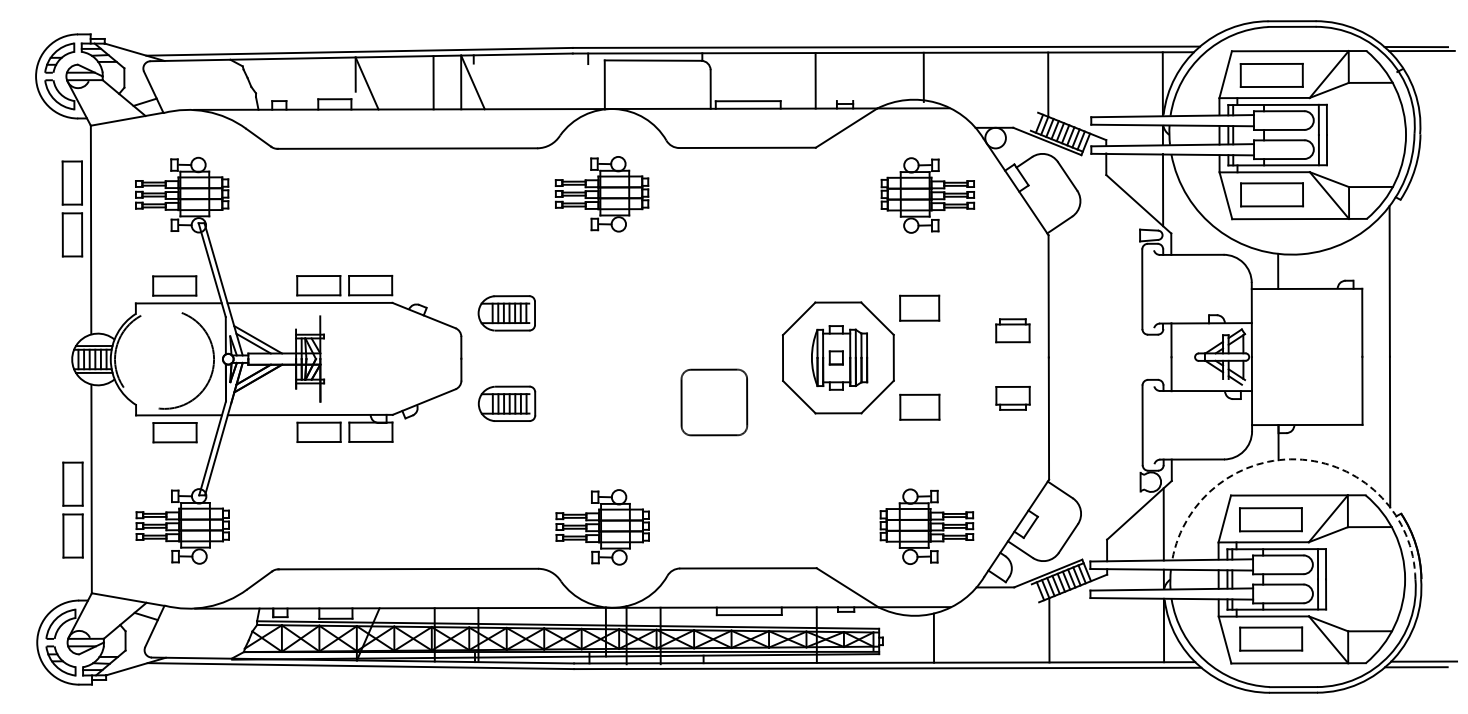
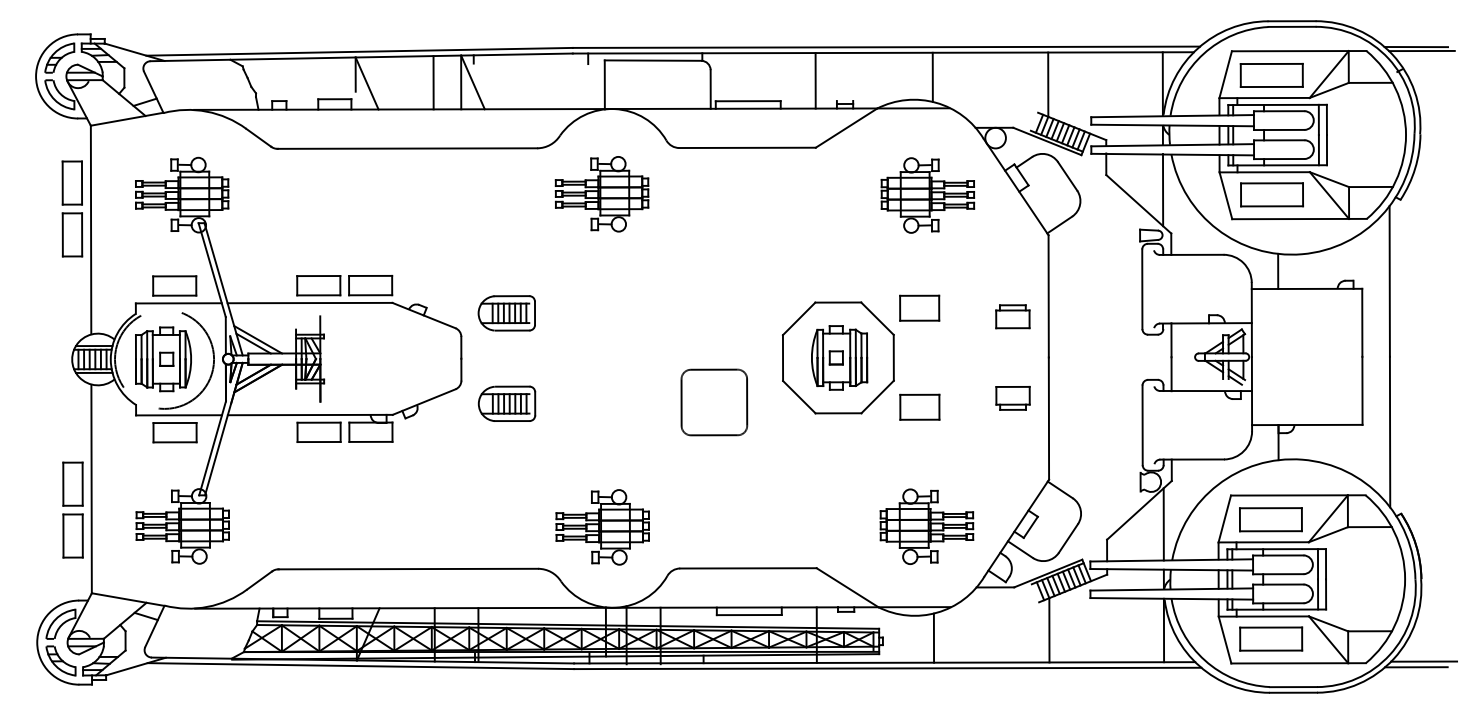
line at (923, 76) position: (923, 76) -> (932, 76)
part at (1012, 330) position: (1012, 330) -> (1012, 316)
part at (163, 359): none -> present
arc at (1302, 459): dashed -> solid
